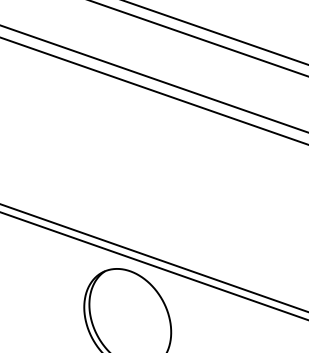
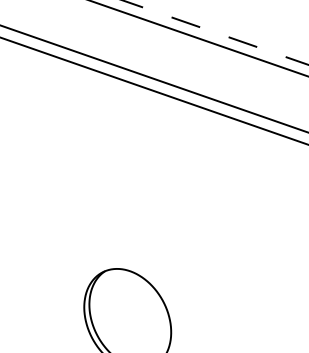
line at (216, 32): solid -> dashed
line at (153, 258): present -> none
line at (153, 266): present -> none
